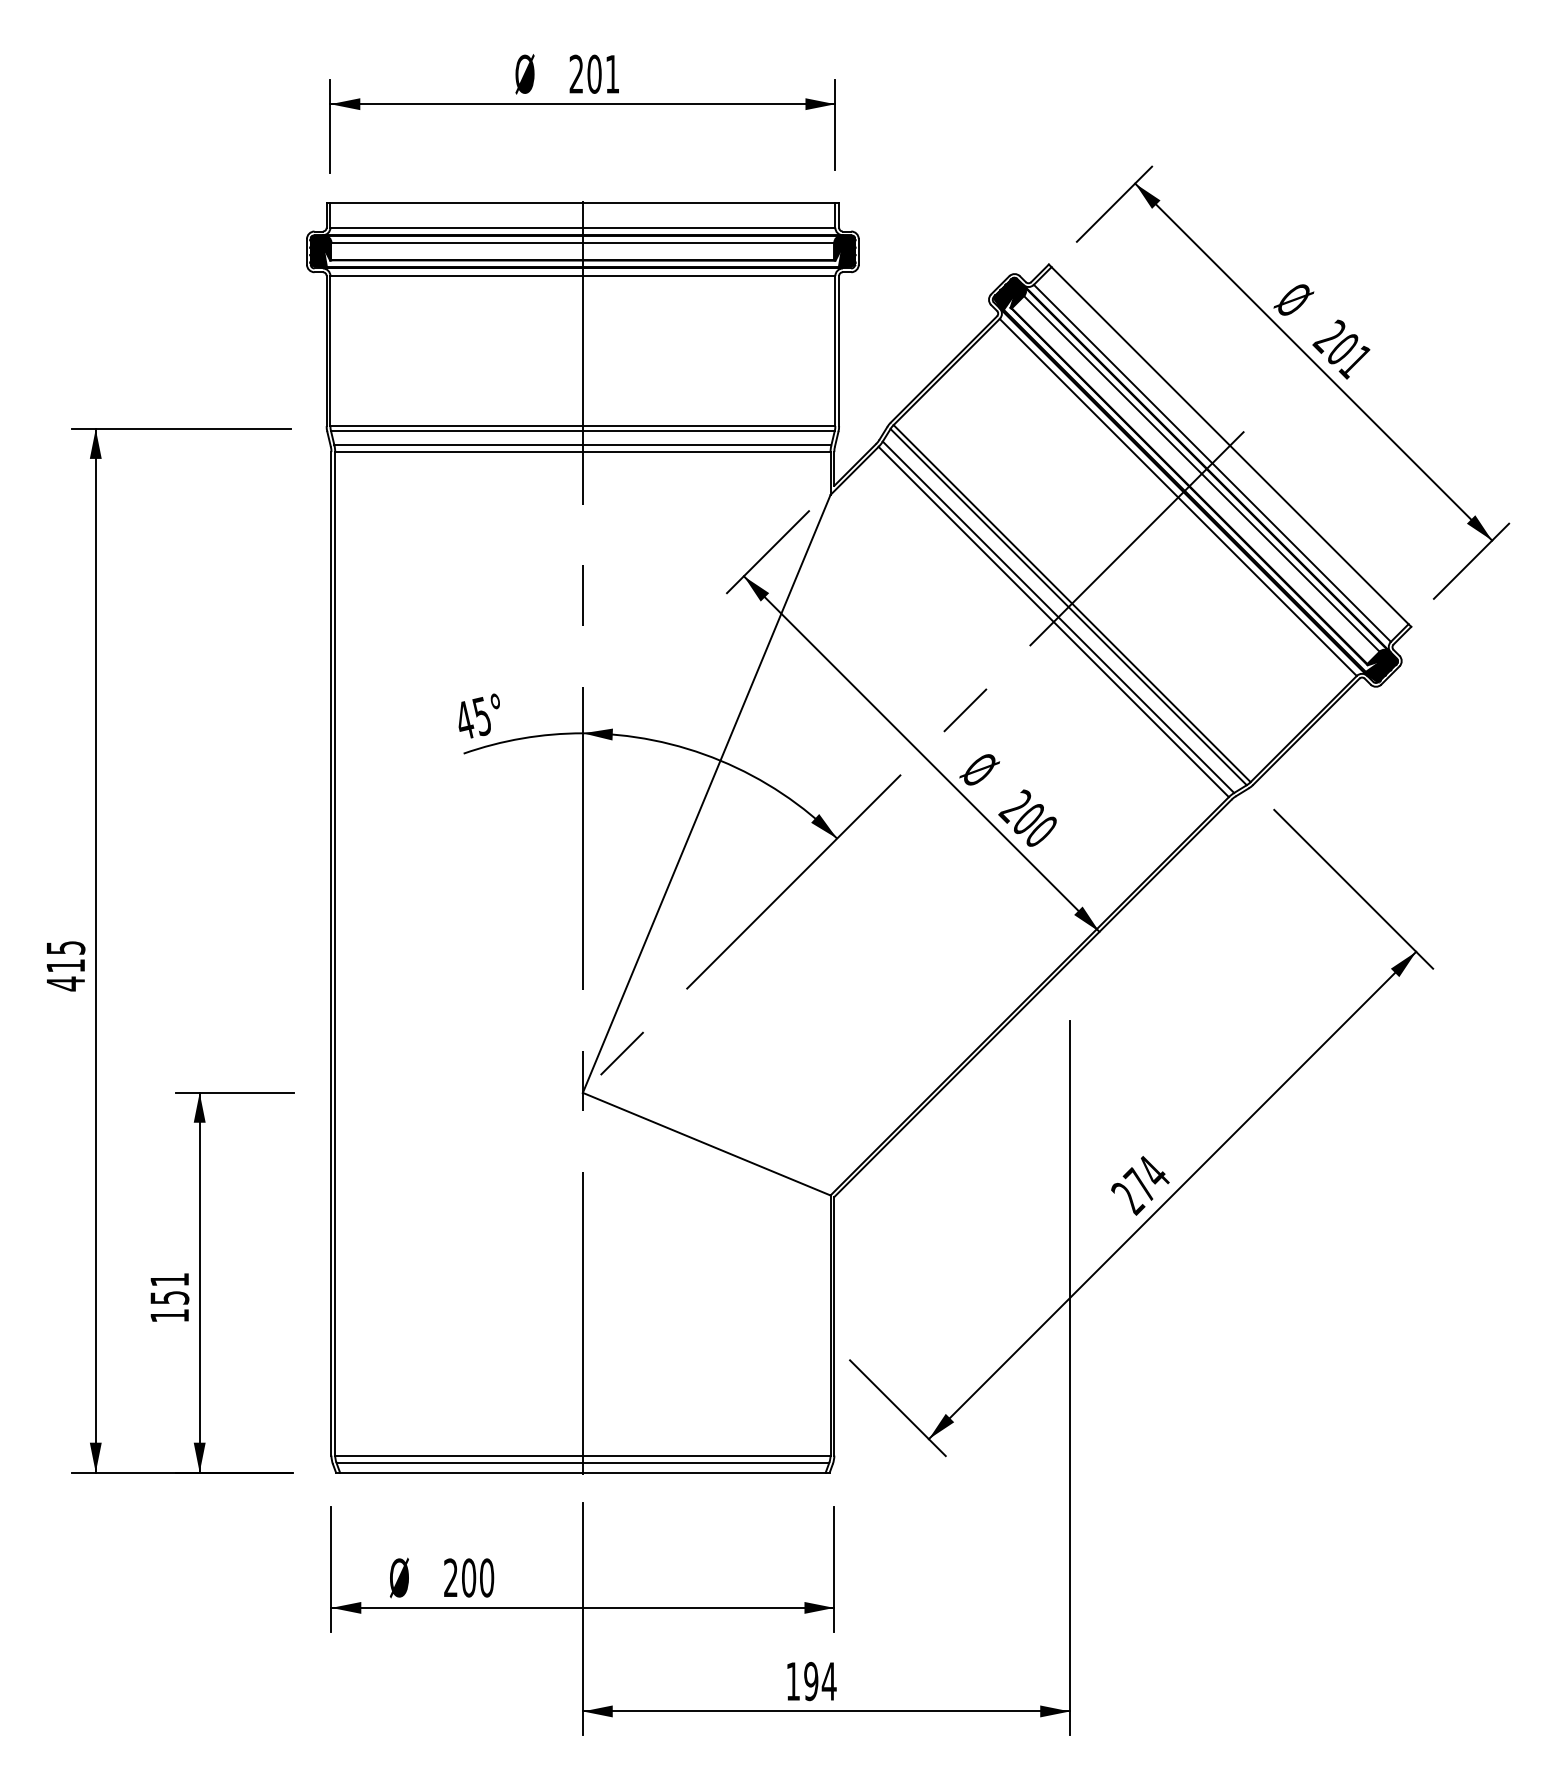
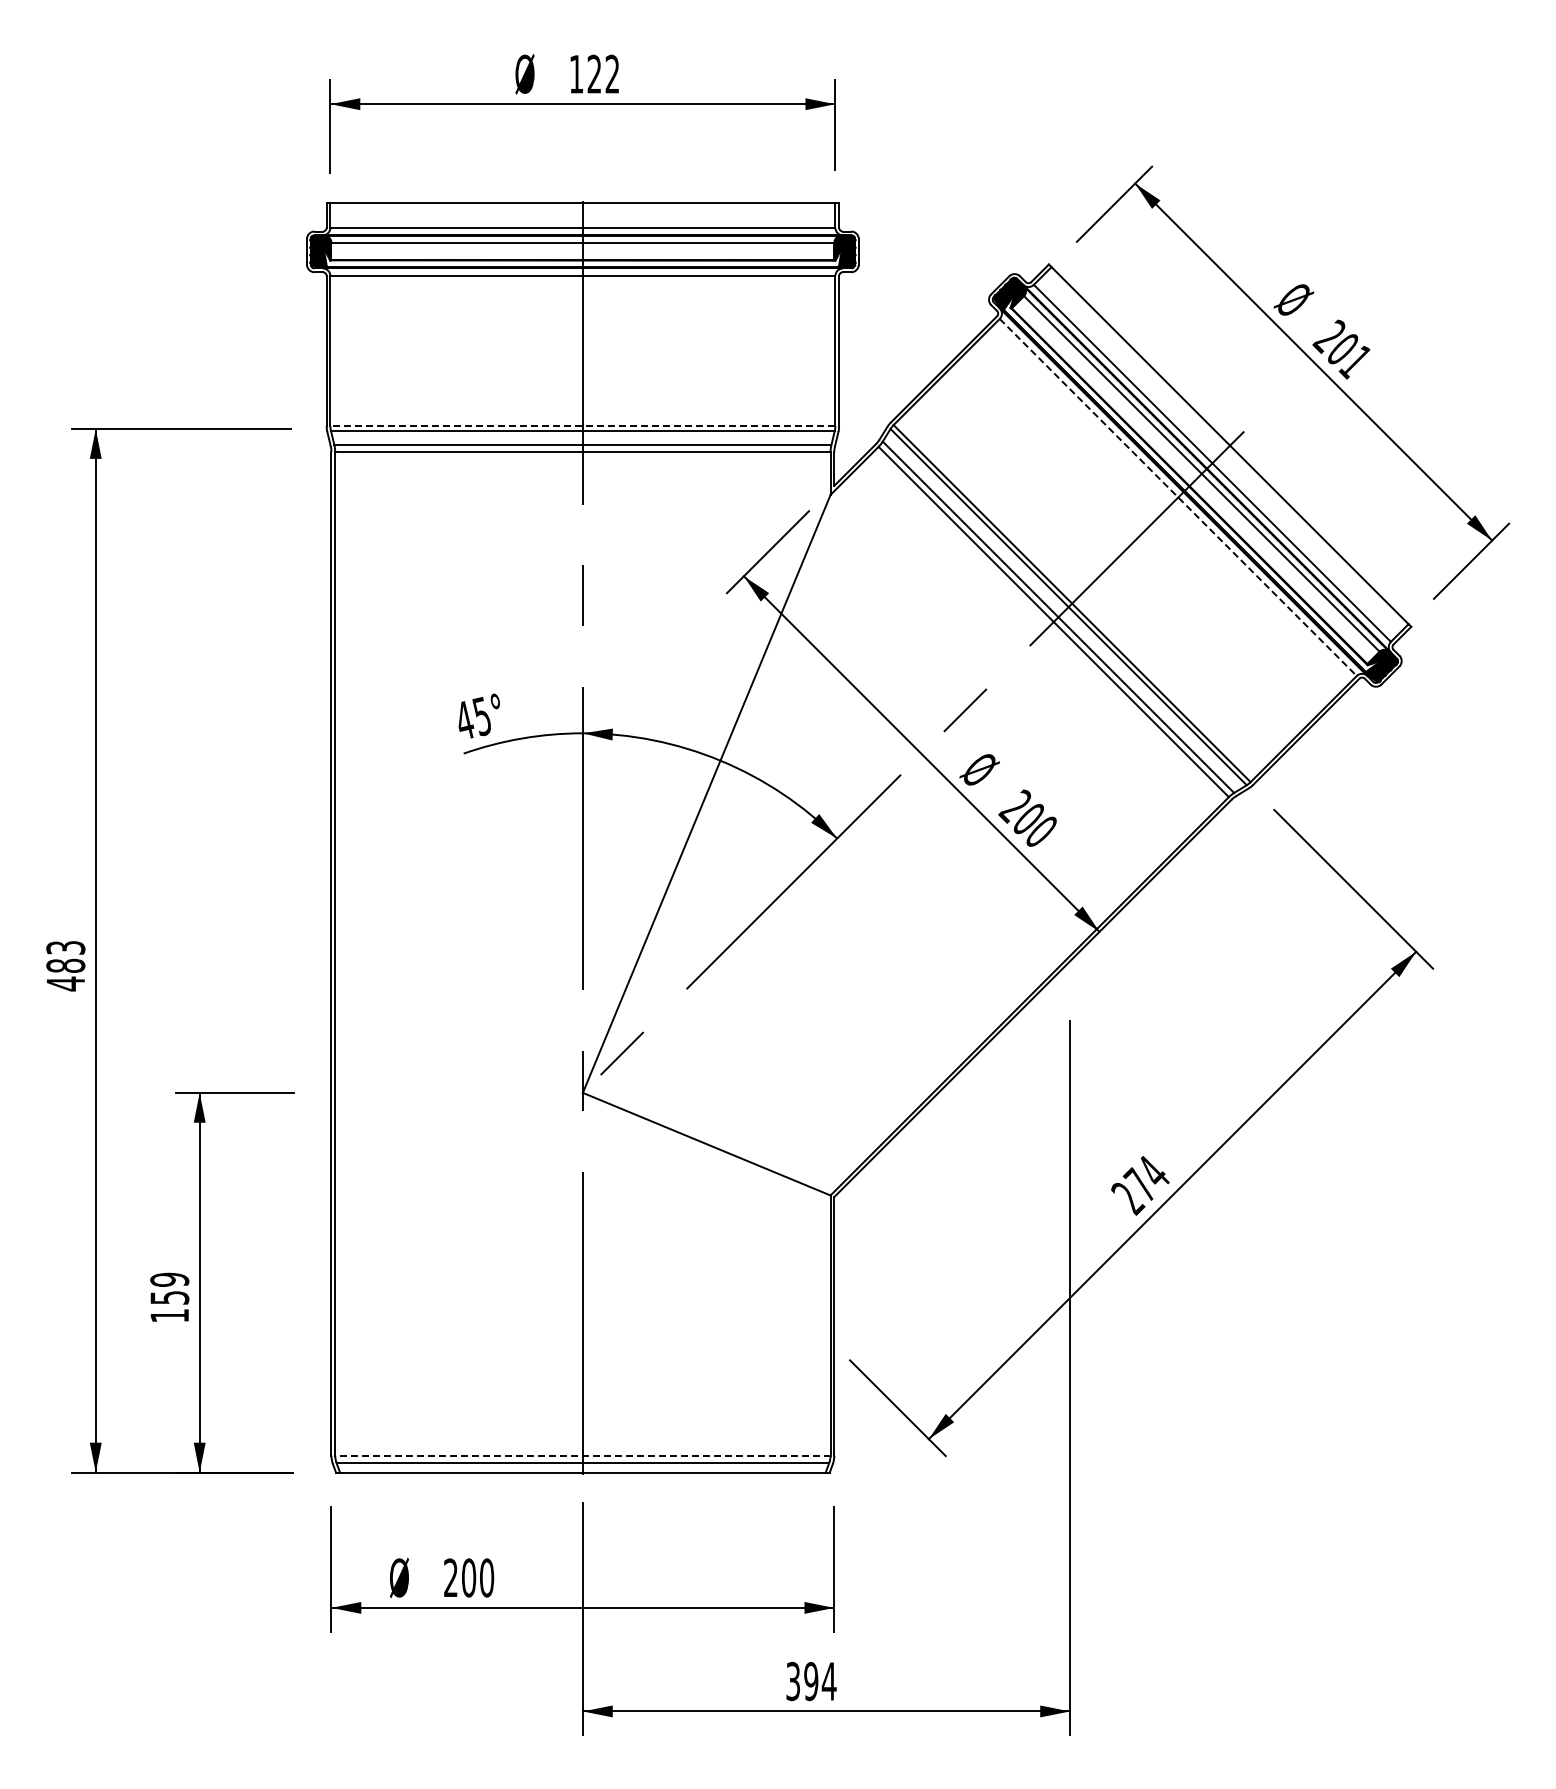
text at (593, 73): 201 -> 122
line at (582, 426): solid -> dashed
line at (1178, 497): solid -> dashed
text at (65, 956): 415 -> 483
text at (169, 1279): 151 -> 159
line at (582, 1455): solid -> dashed
text at (792, 1681): 194 -> 394
